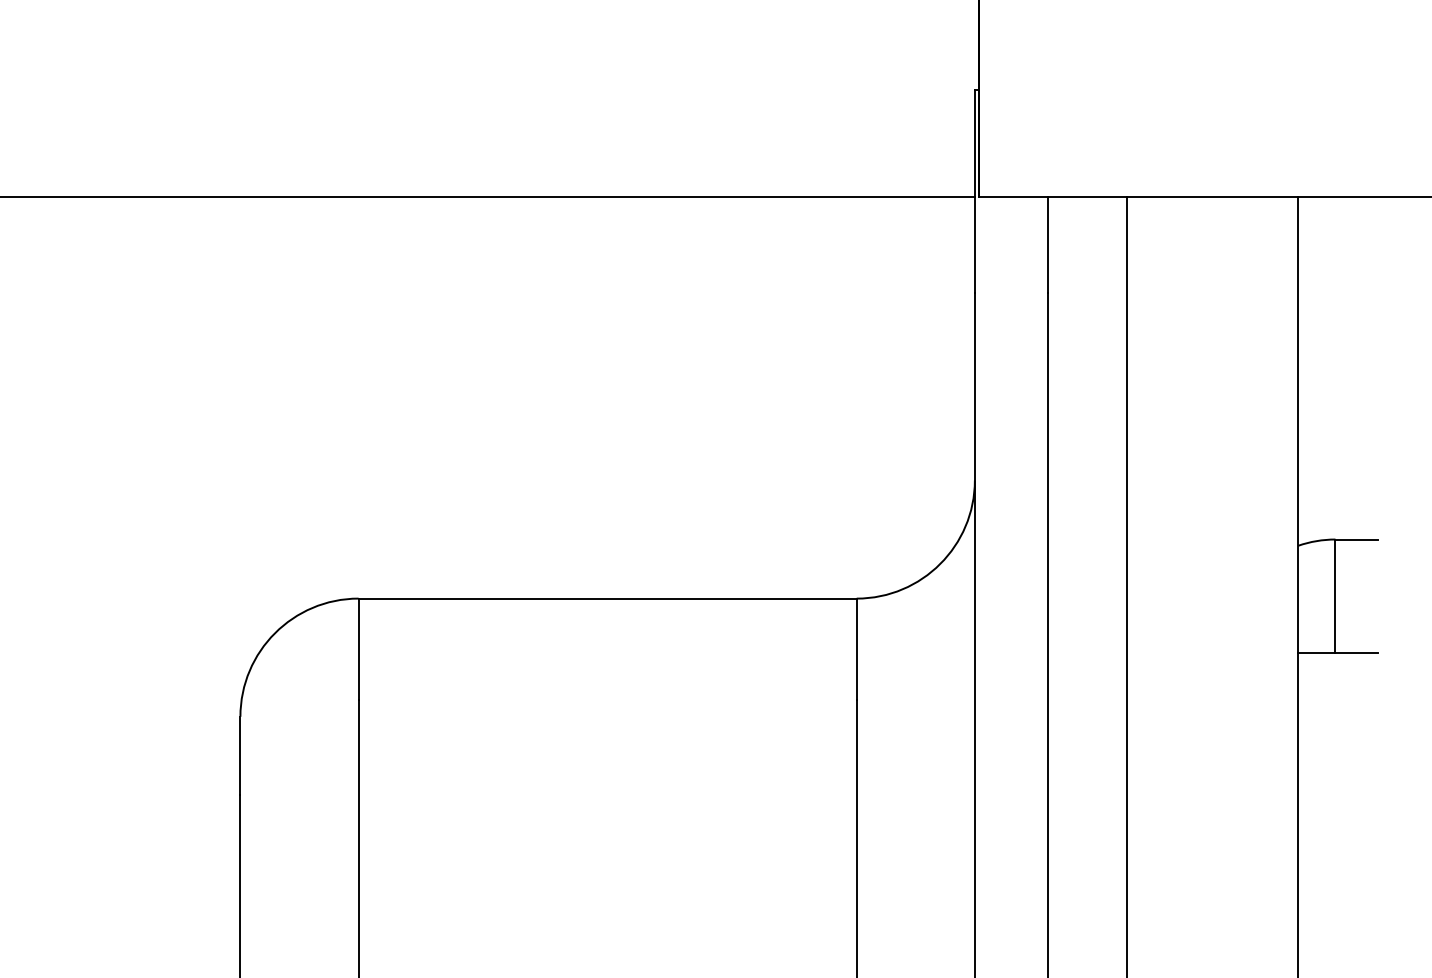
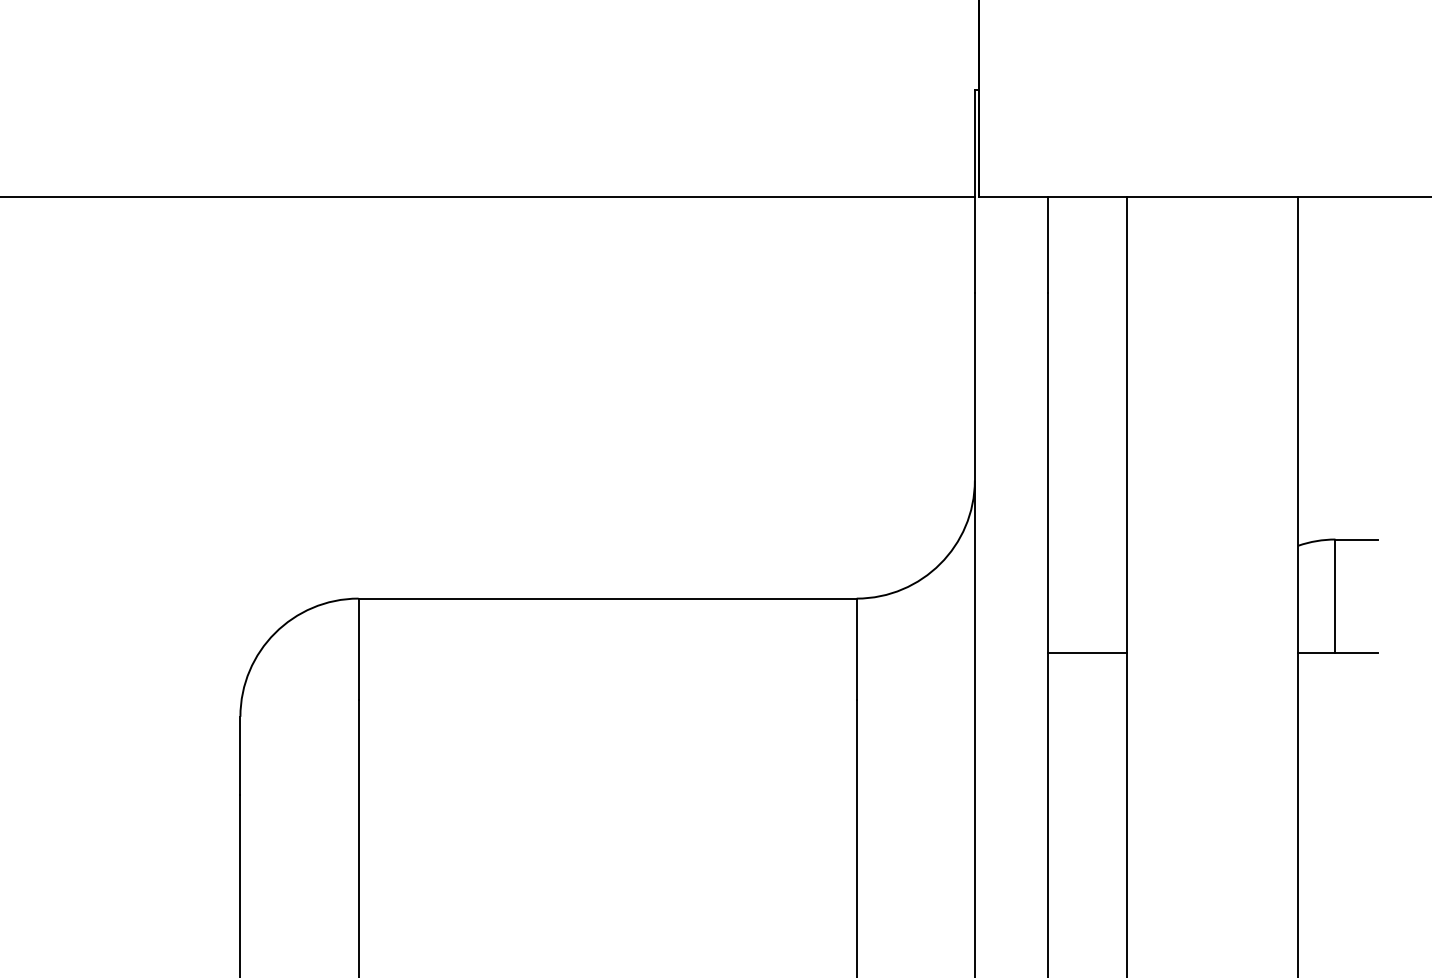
line at (1087, 653): none -> present
